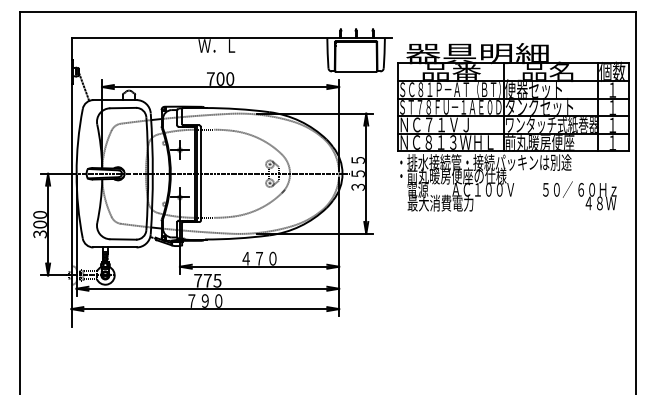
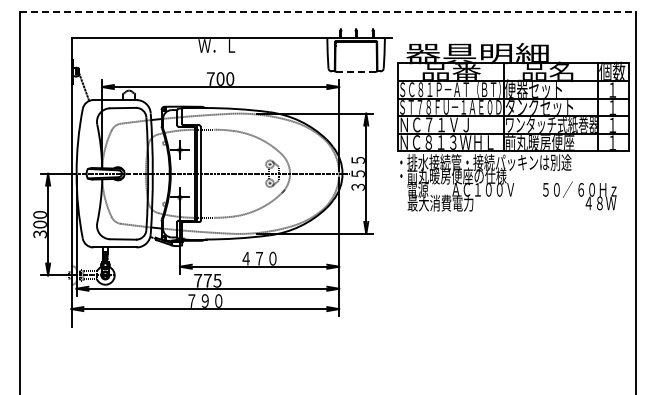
line at (328, 11): solid -> dashed
line at (356, 71): solid -> dashed
